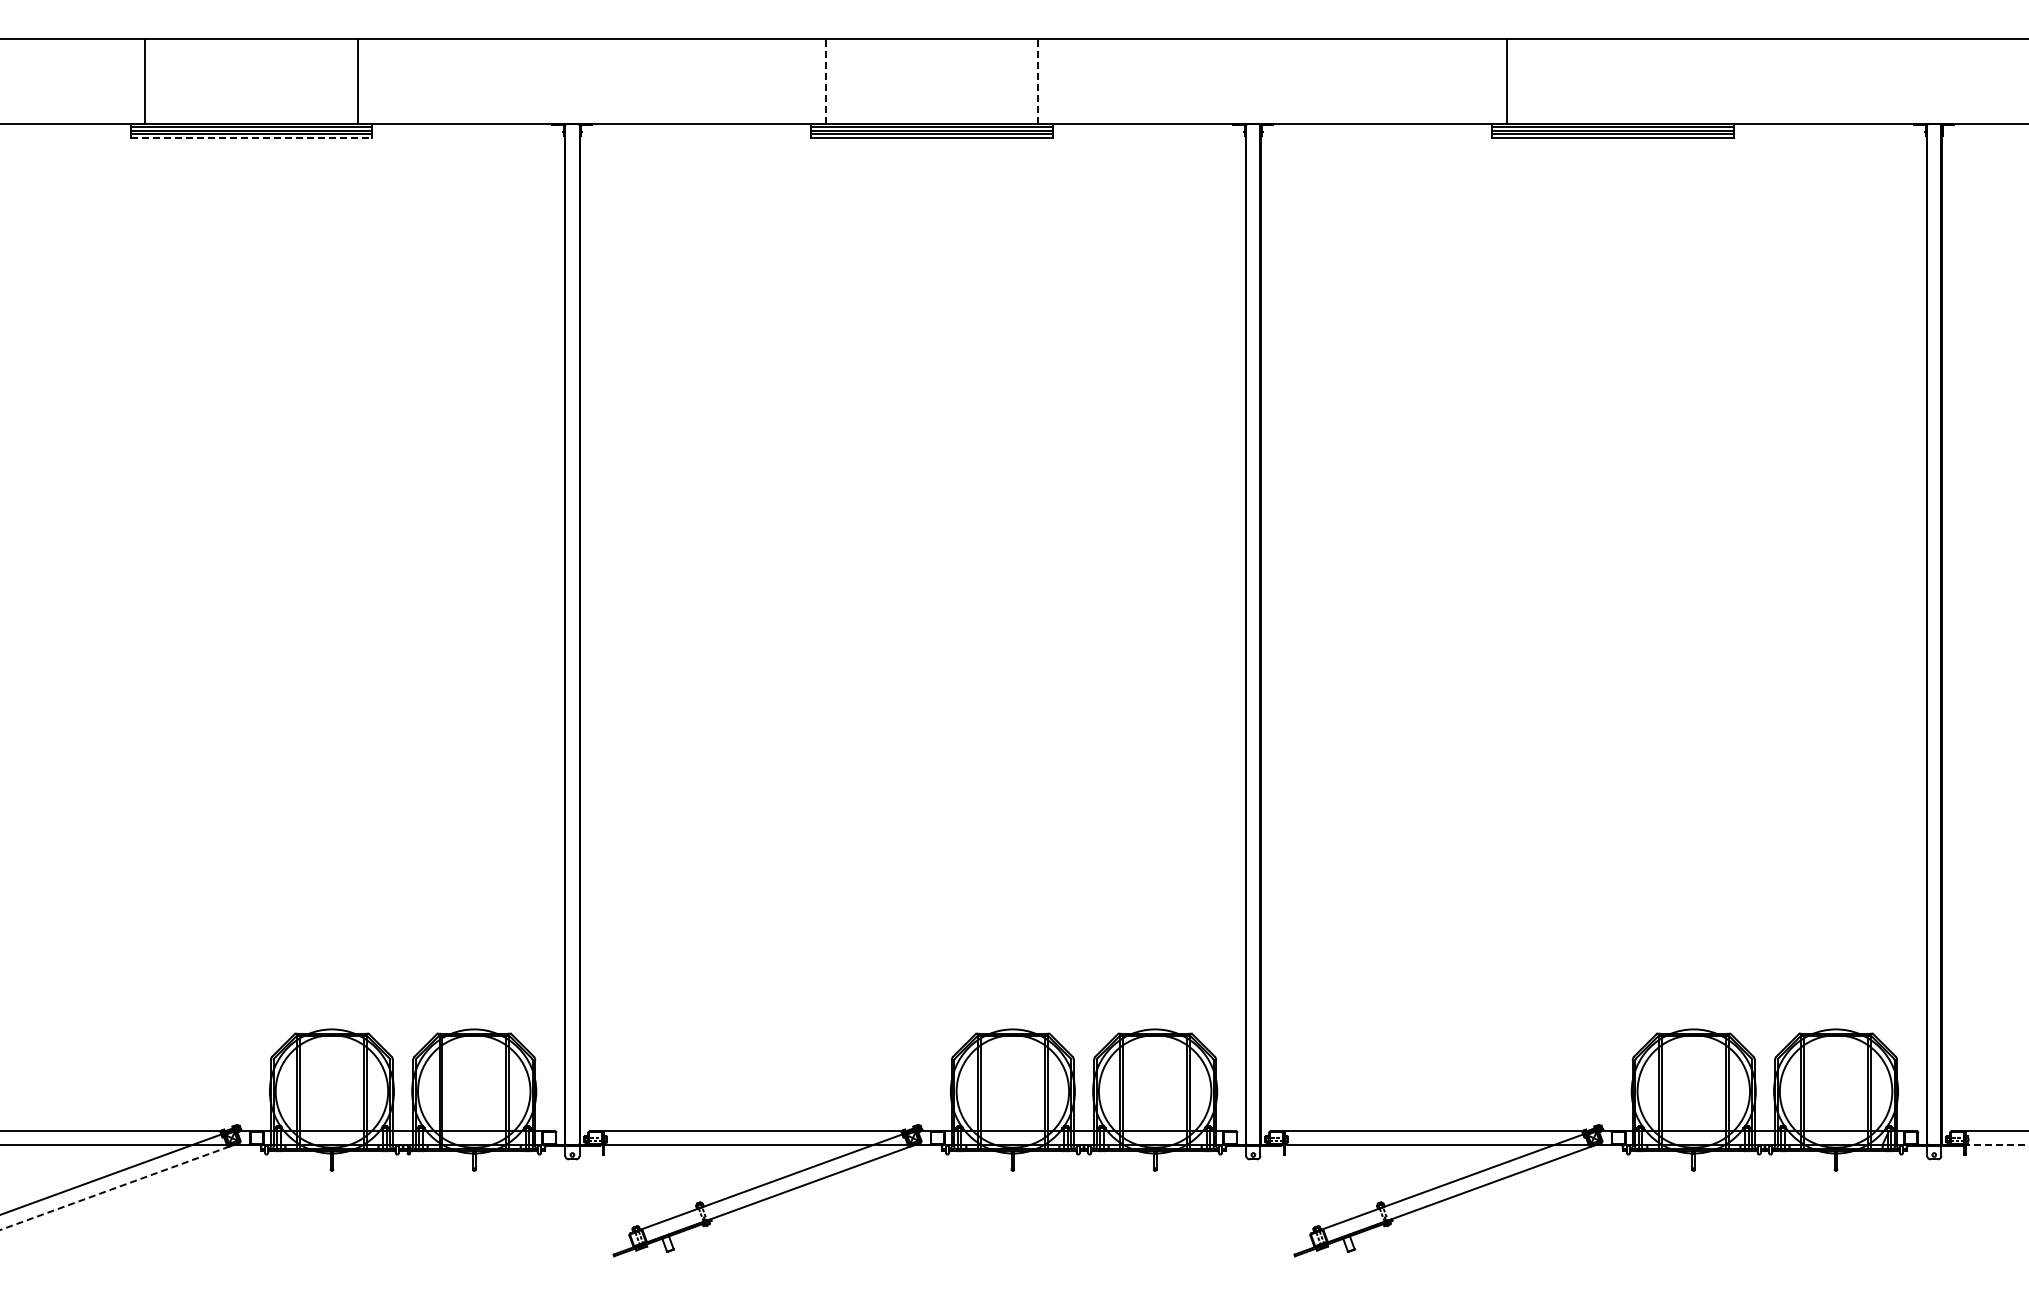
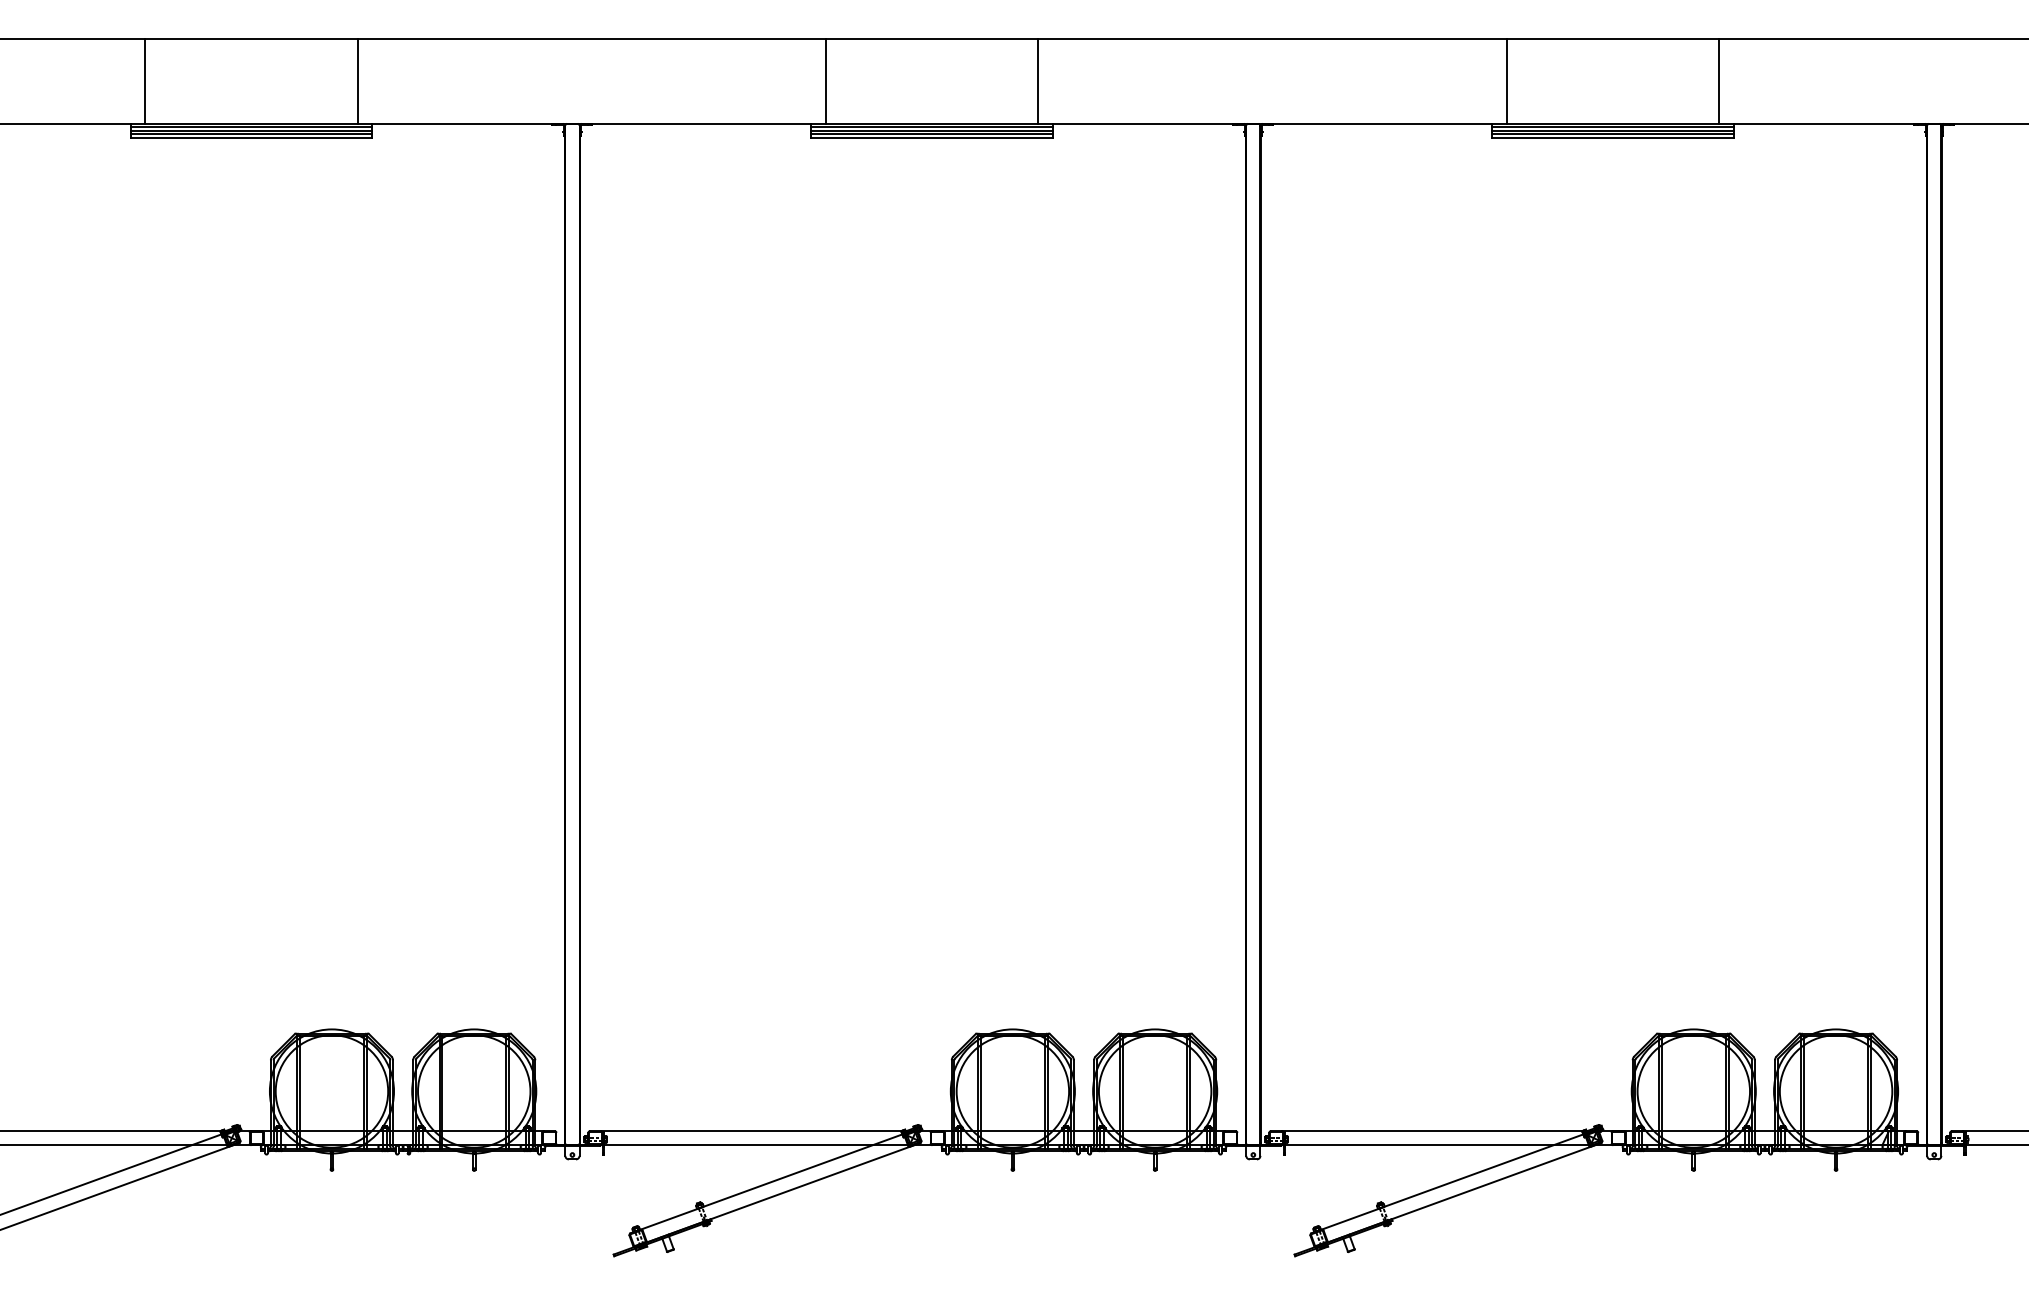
line at (1719, 80): none -> present
line at (825, 81): dashed -> solid
line at (1038, 81): dashed -> solid
line at (251, 138): dashed -> solid
line at (1995, 1145): dashed -> solid
line at (120, 1186): dashed -> solid
